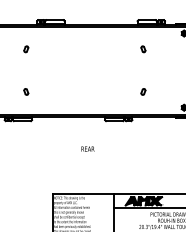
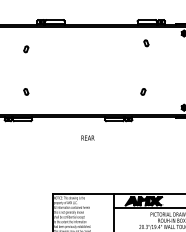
part at (143, 49) position: (143, 49) -> (146, 43)
text at (87, 148) position: (87, 148) -> (87, 137)
